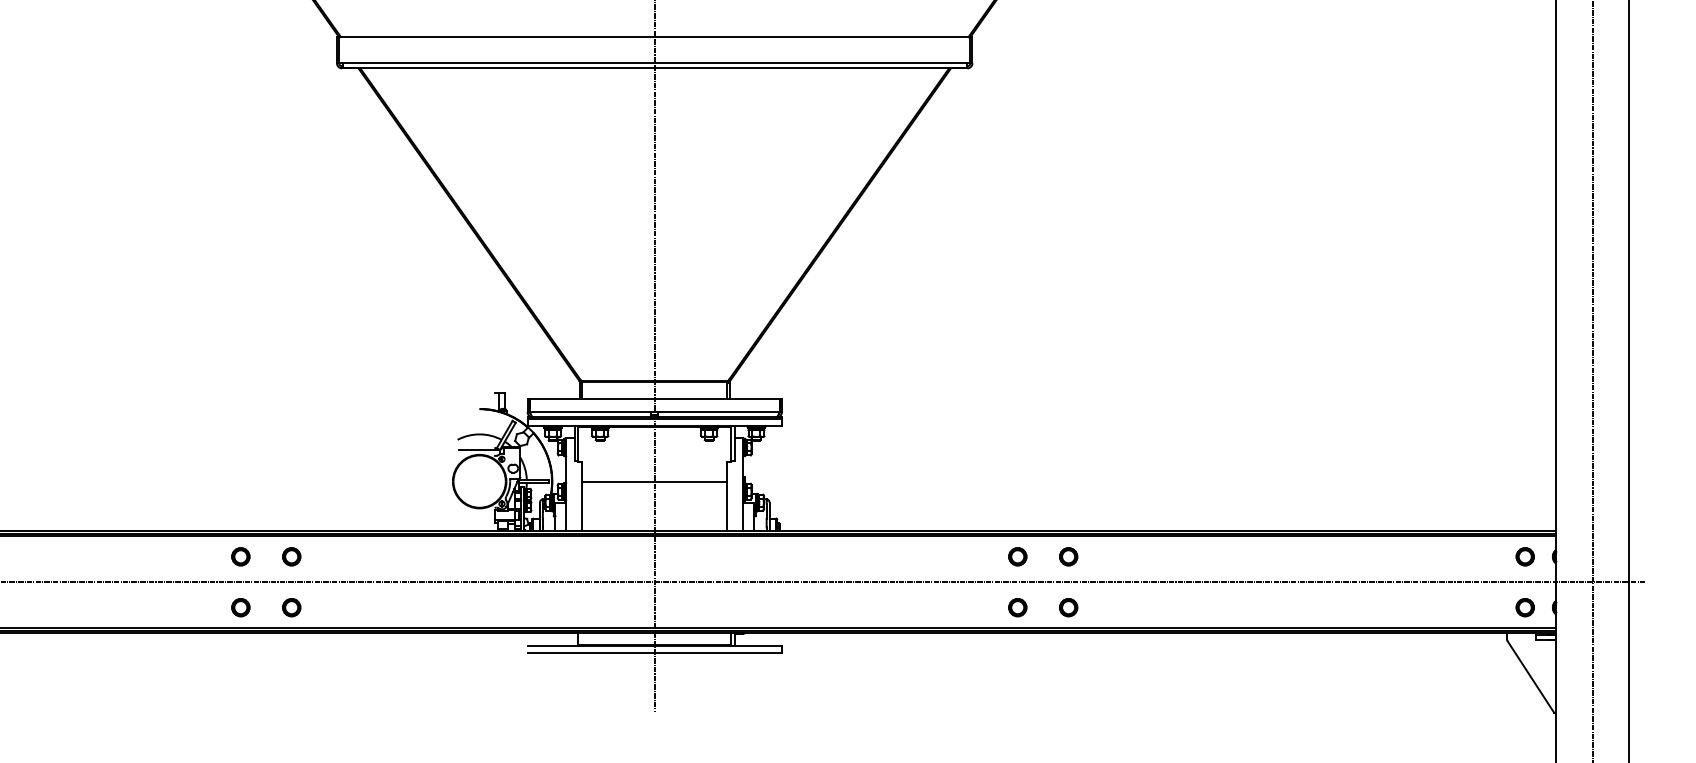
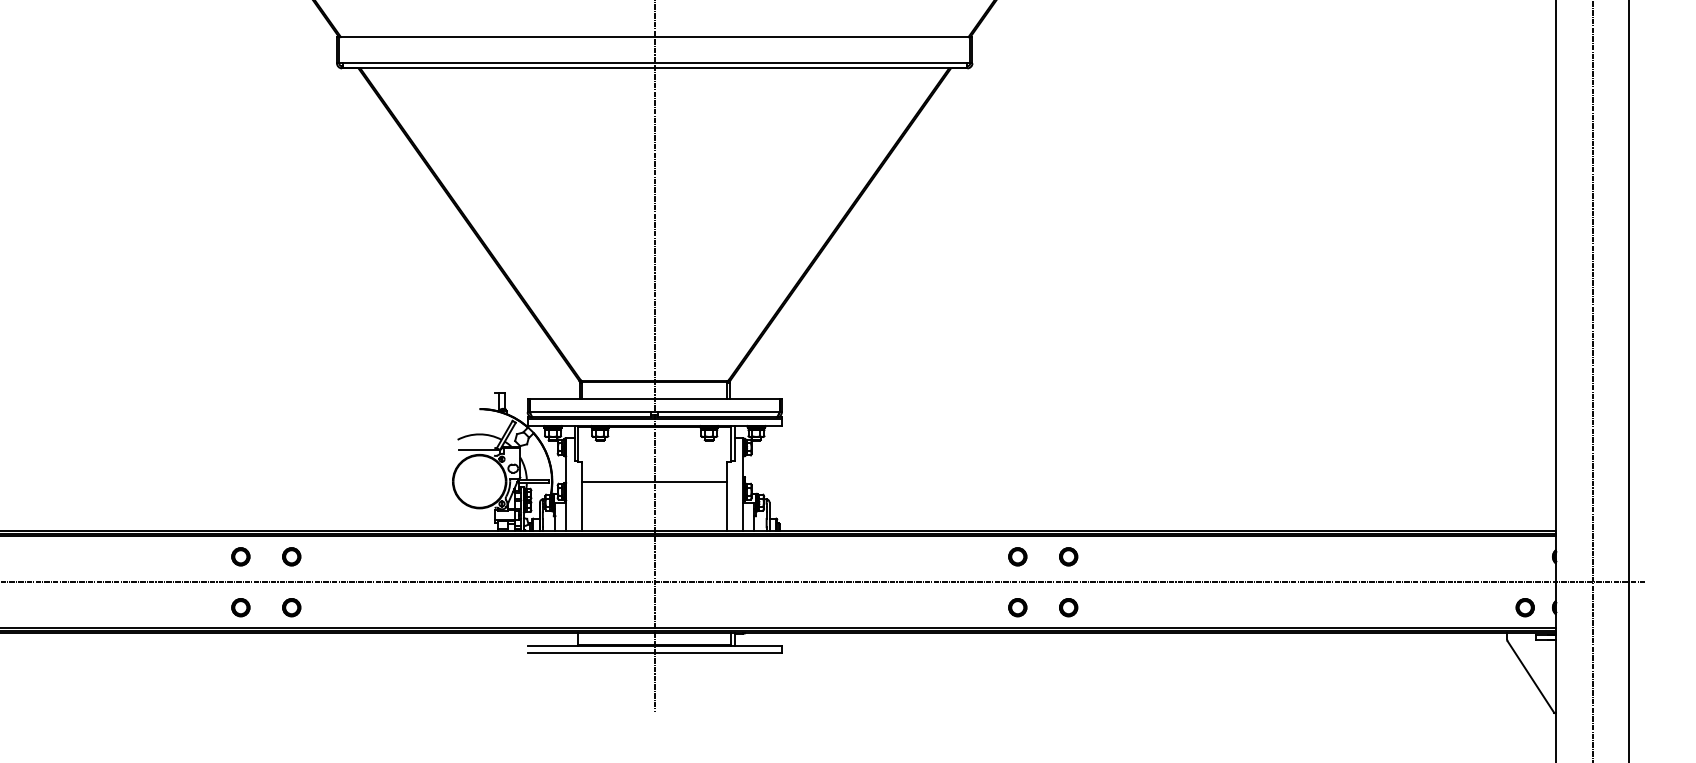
part at (1524, 556): present -> none
